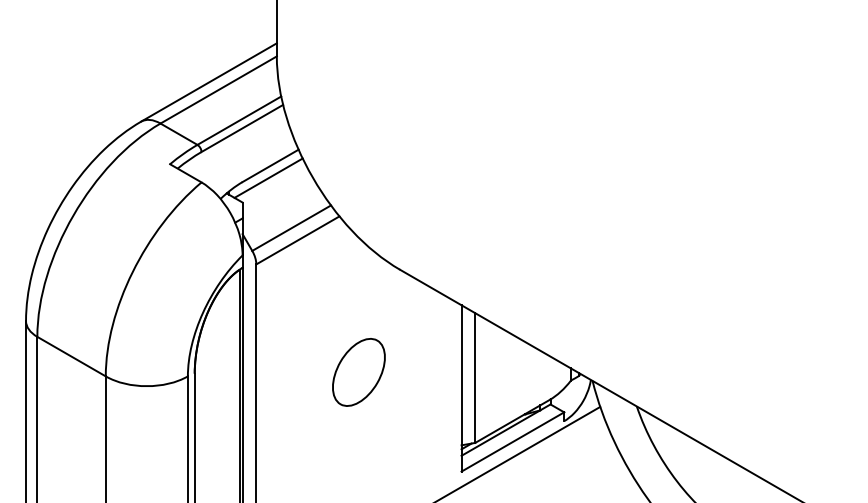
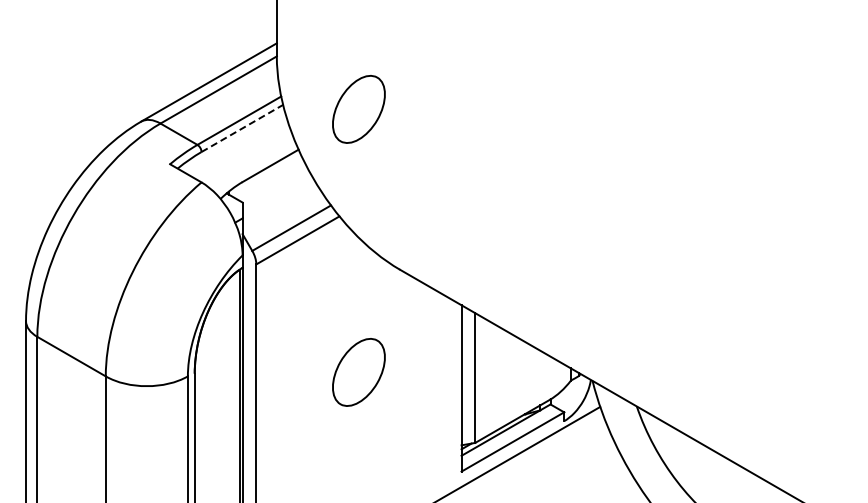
part at (358, 109): none -> present
line at (242, 128): solid -> dashed
line at (268, 177): present -> none
